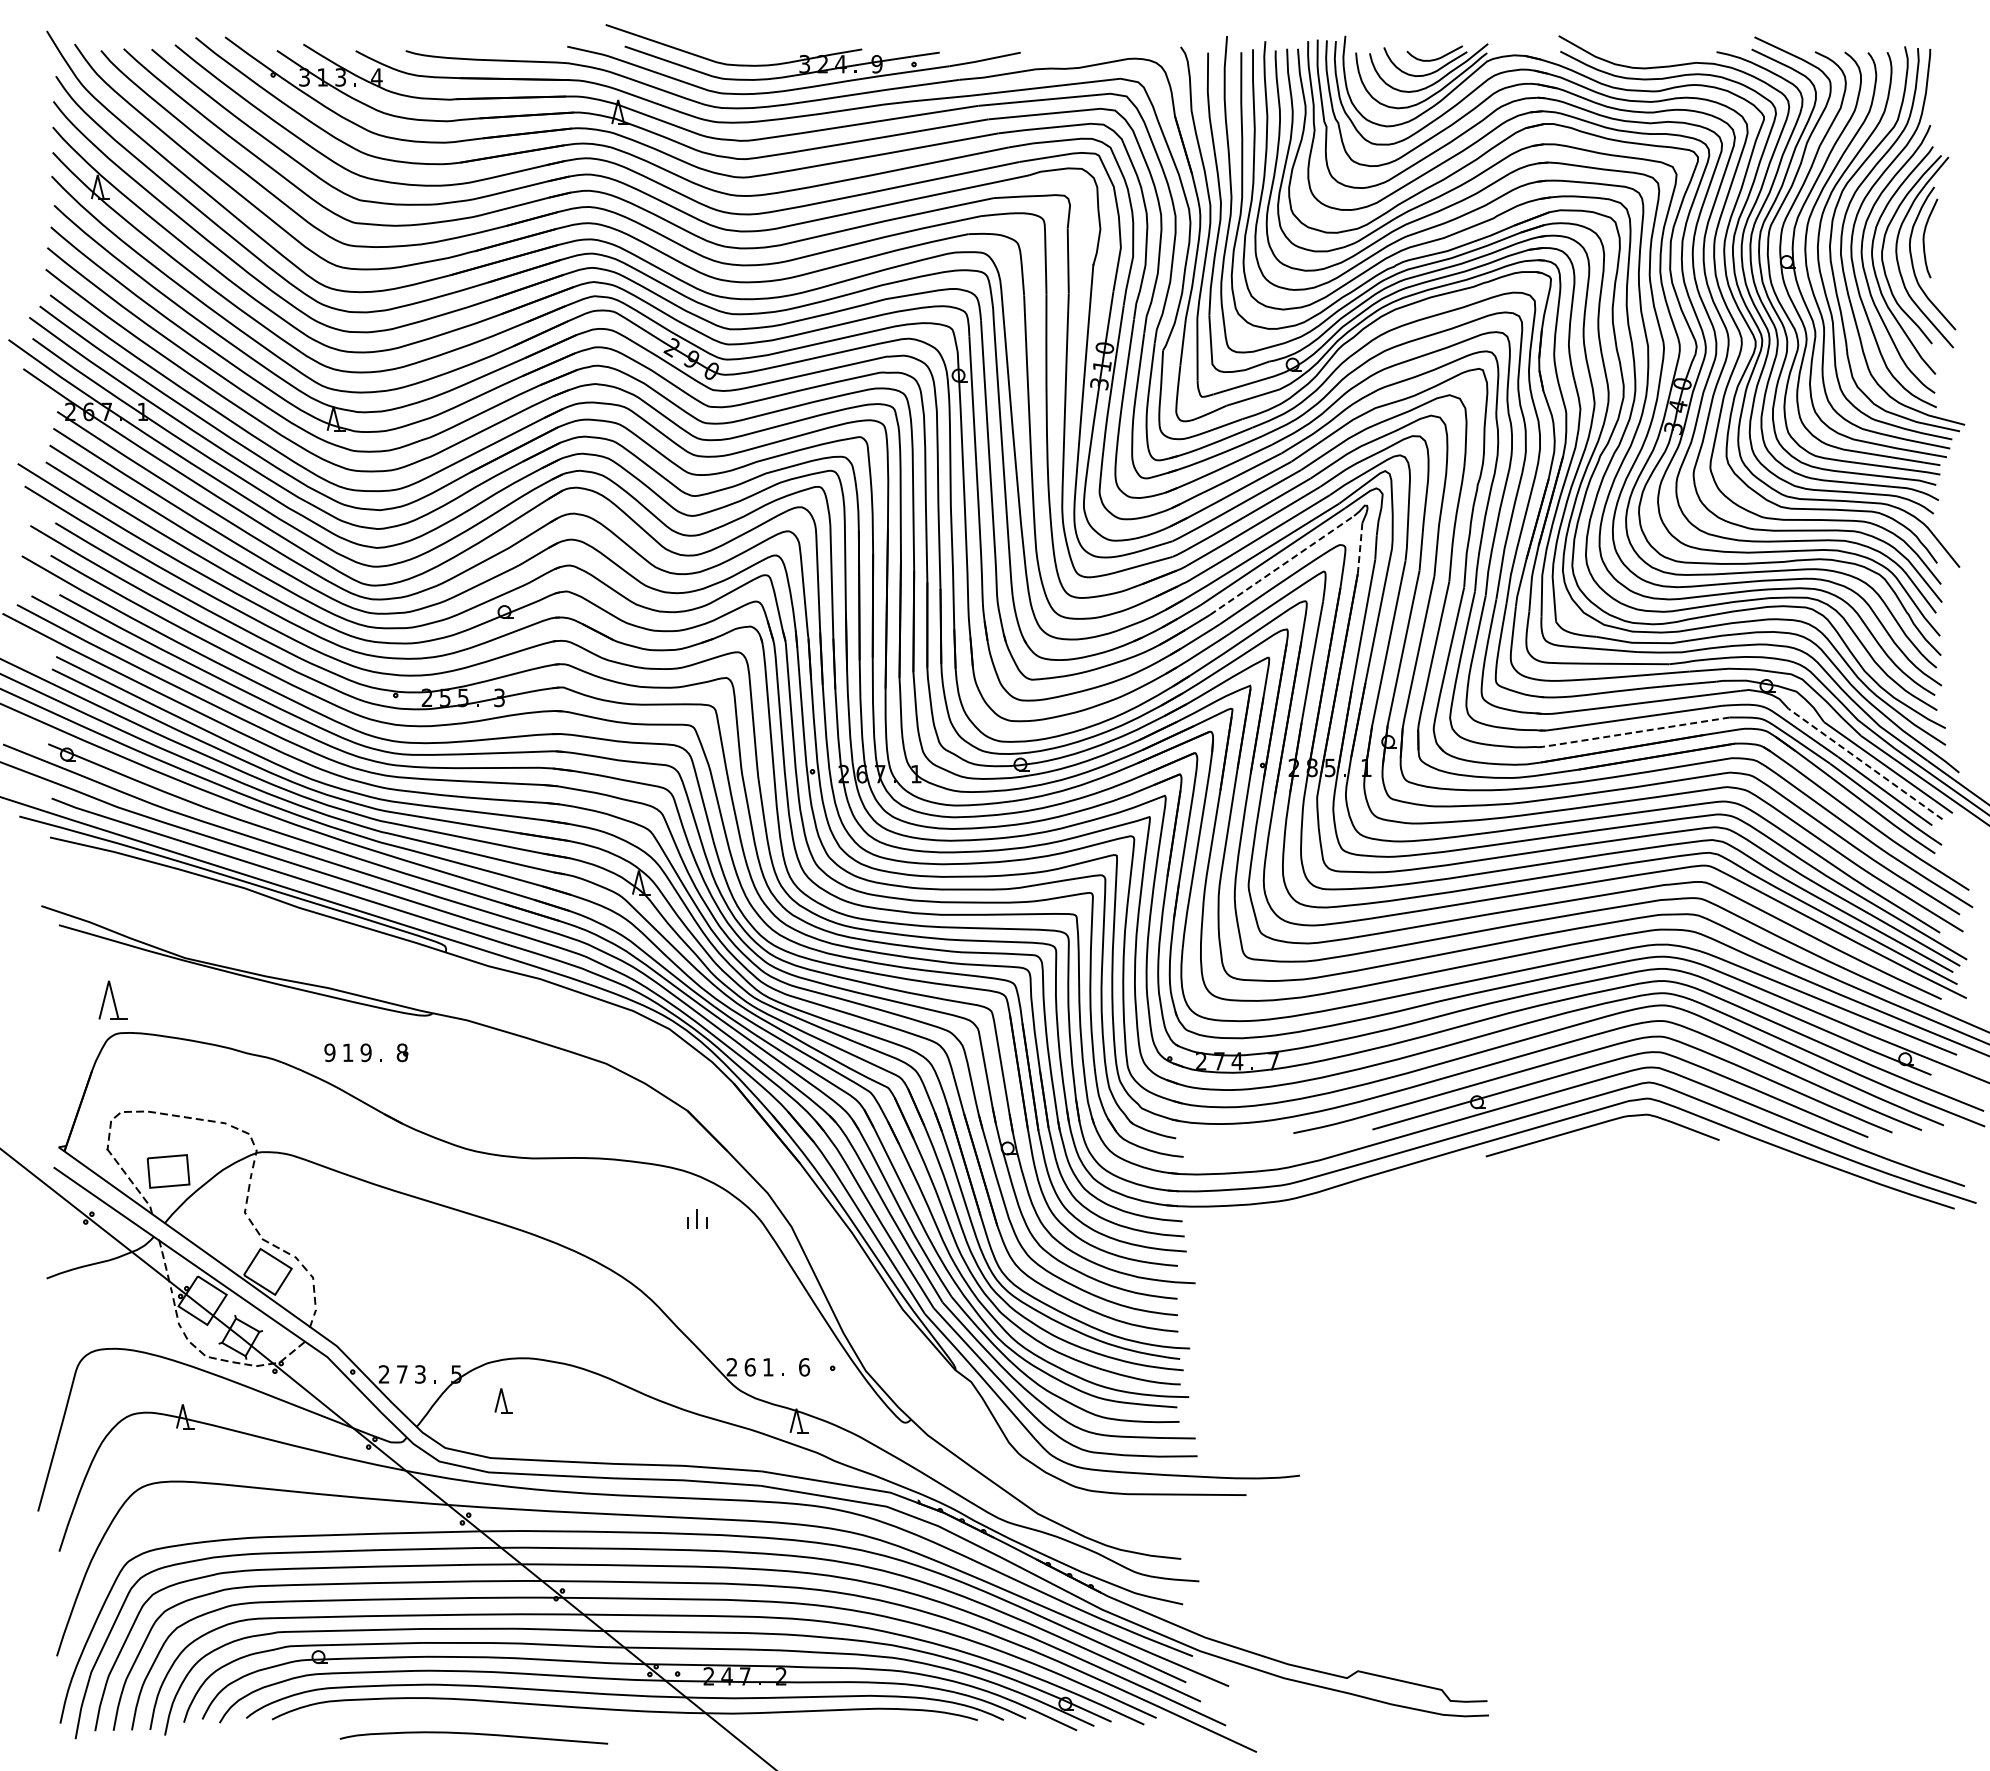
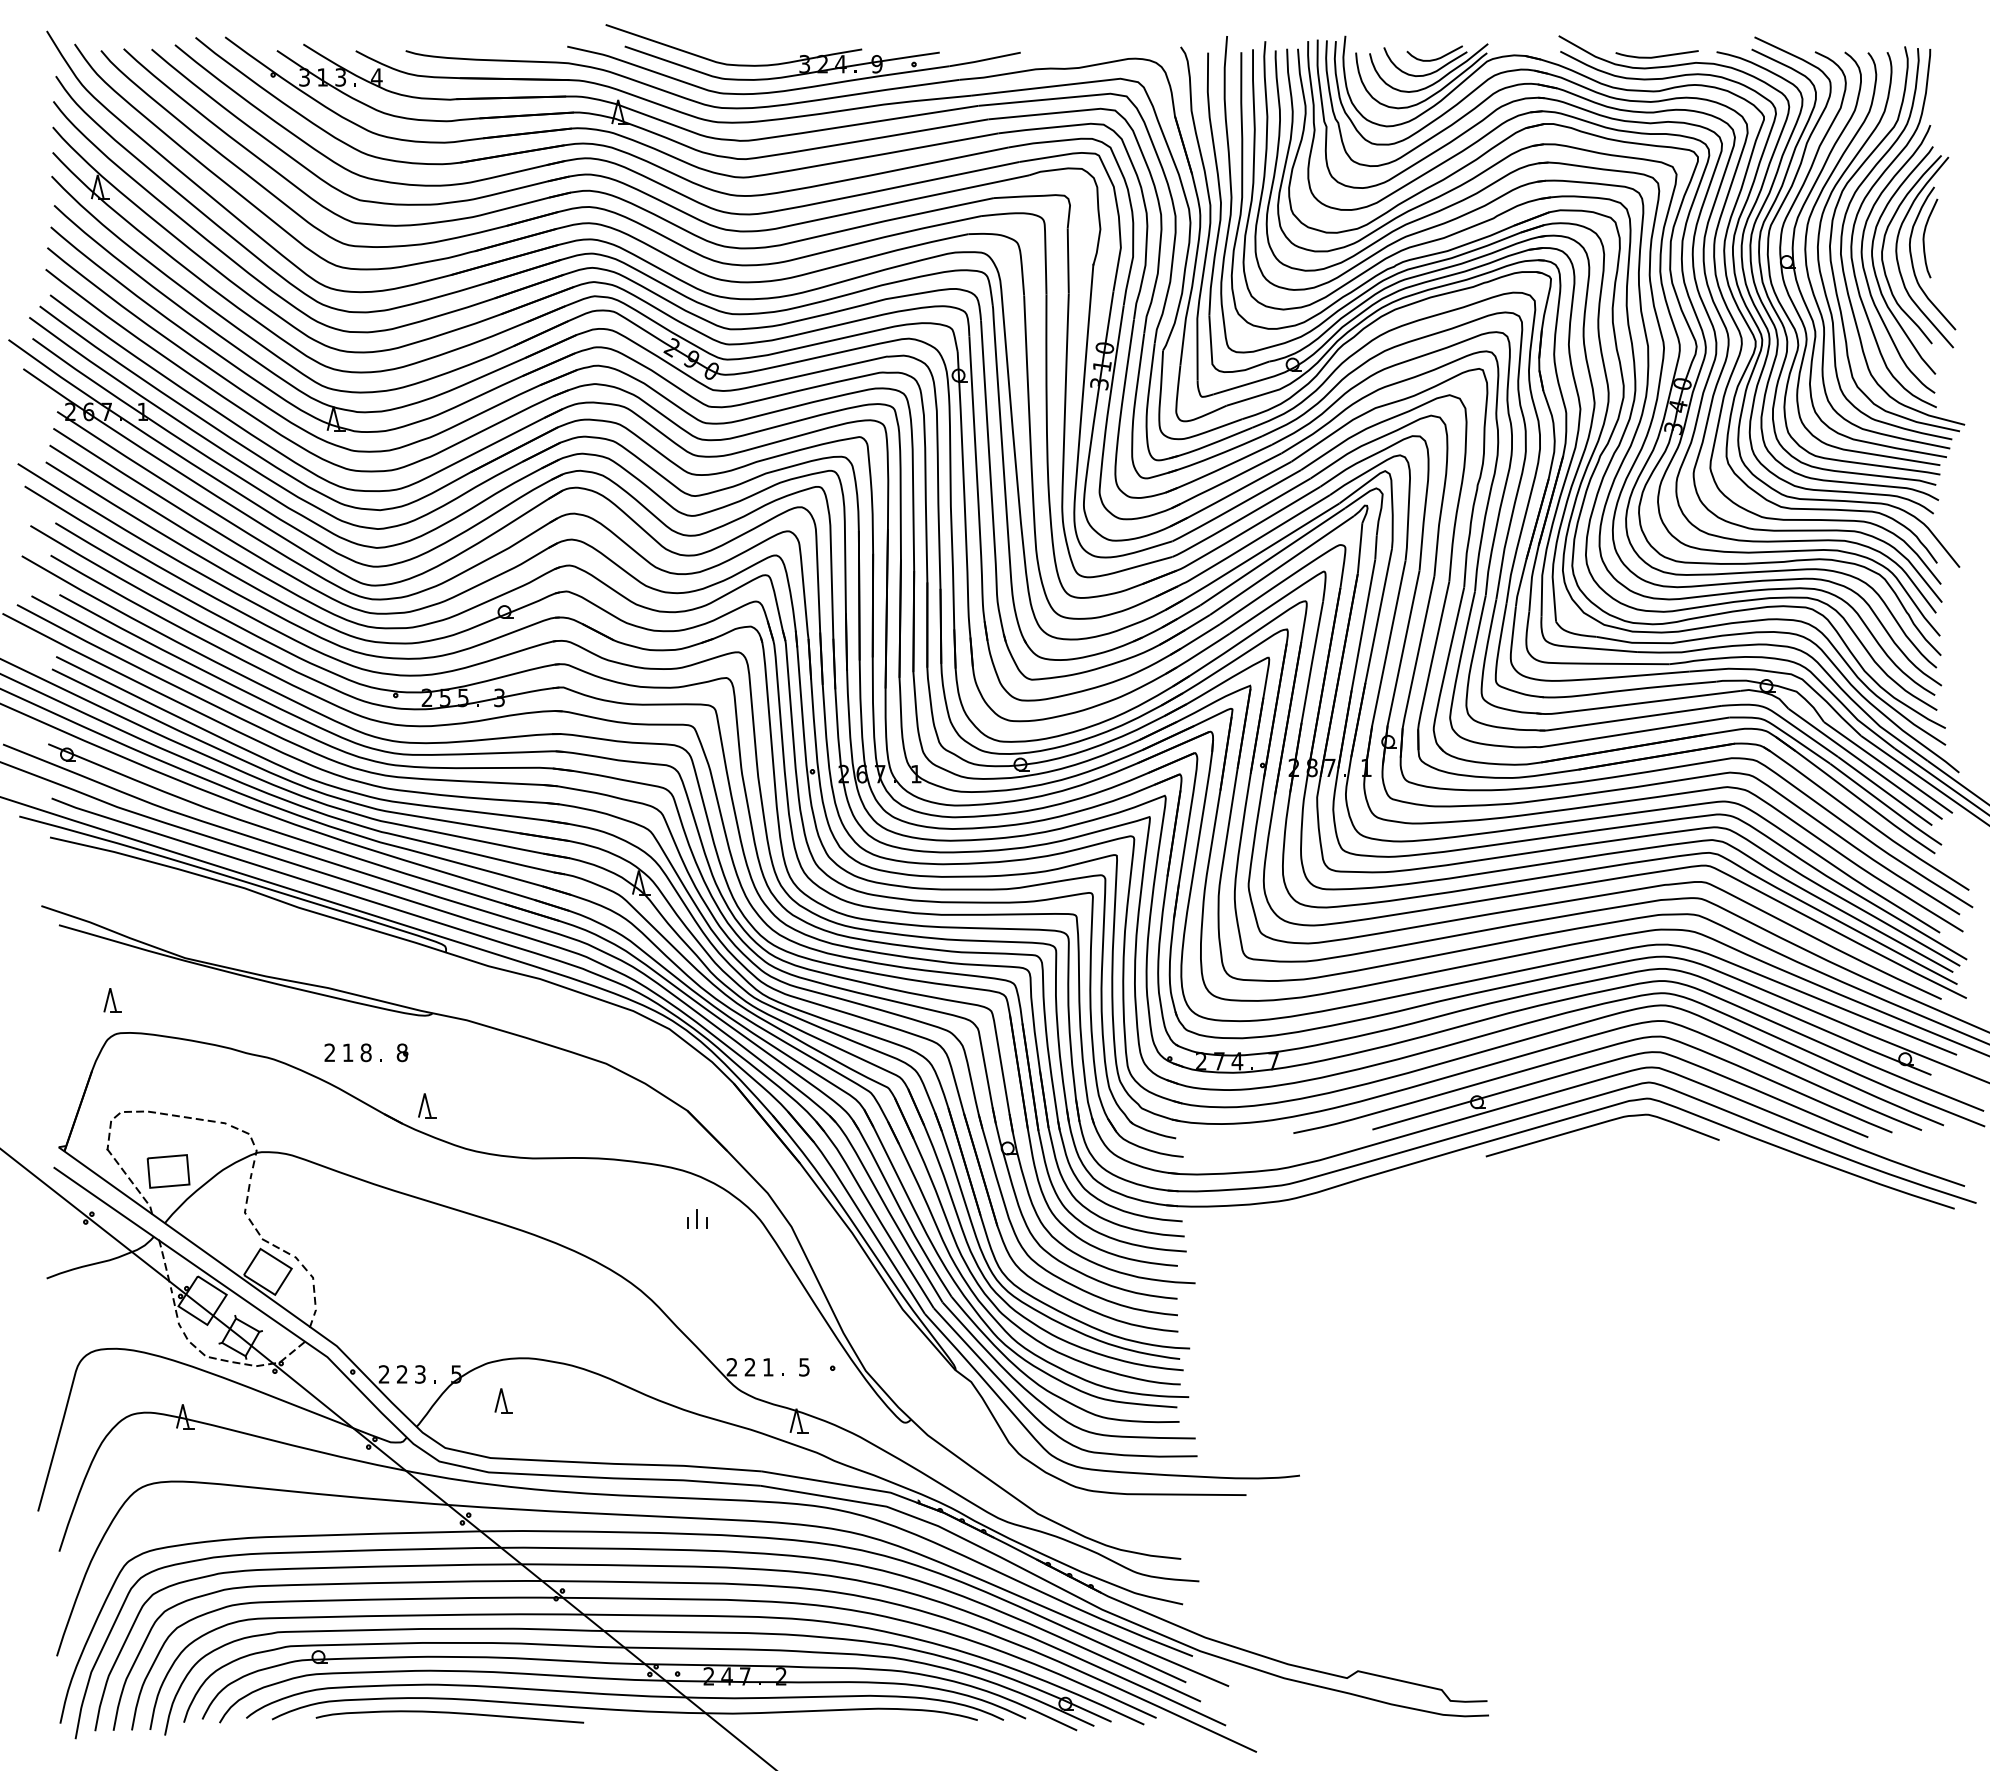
curve at (1656, 56): none -> present
line at (1360, 547): dashed -> solid
line at (1281, 565): dashed -> solid
line at (1633, 732): dashed -> solid
line at (1865, 764): dashed -> solid
text at (1330, 768): 5 -> 7
part at (112, 999) size: 30x40 px -> 19x25 px
text at (329, 1052): 9 -> 2
text at (365, 1052): 9 -> 8
part at (427, 1105): none -> present
text at (749, 1367): 6 -> 2
text at (804, 1367): 6 -> 5
text at (402, 1374): 7 -> 2
curve at (473, 1734) position: (473, 1734) -> (449, 1713)
